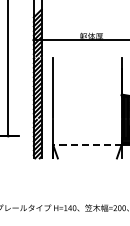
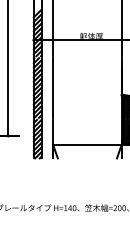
line at (53, 29): none -> present
line at (121, 29): none -> present
line at (86, 145): dashed -> solid
